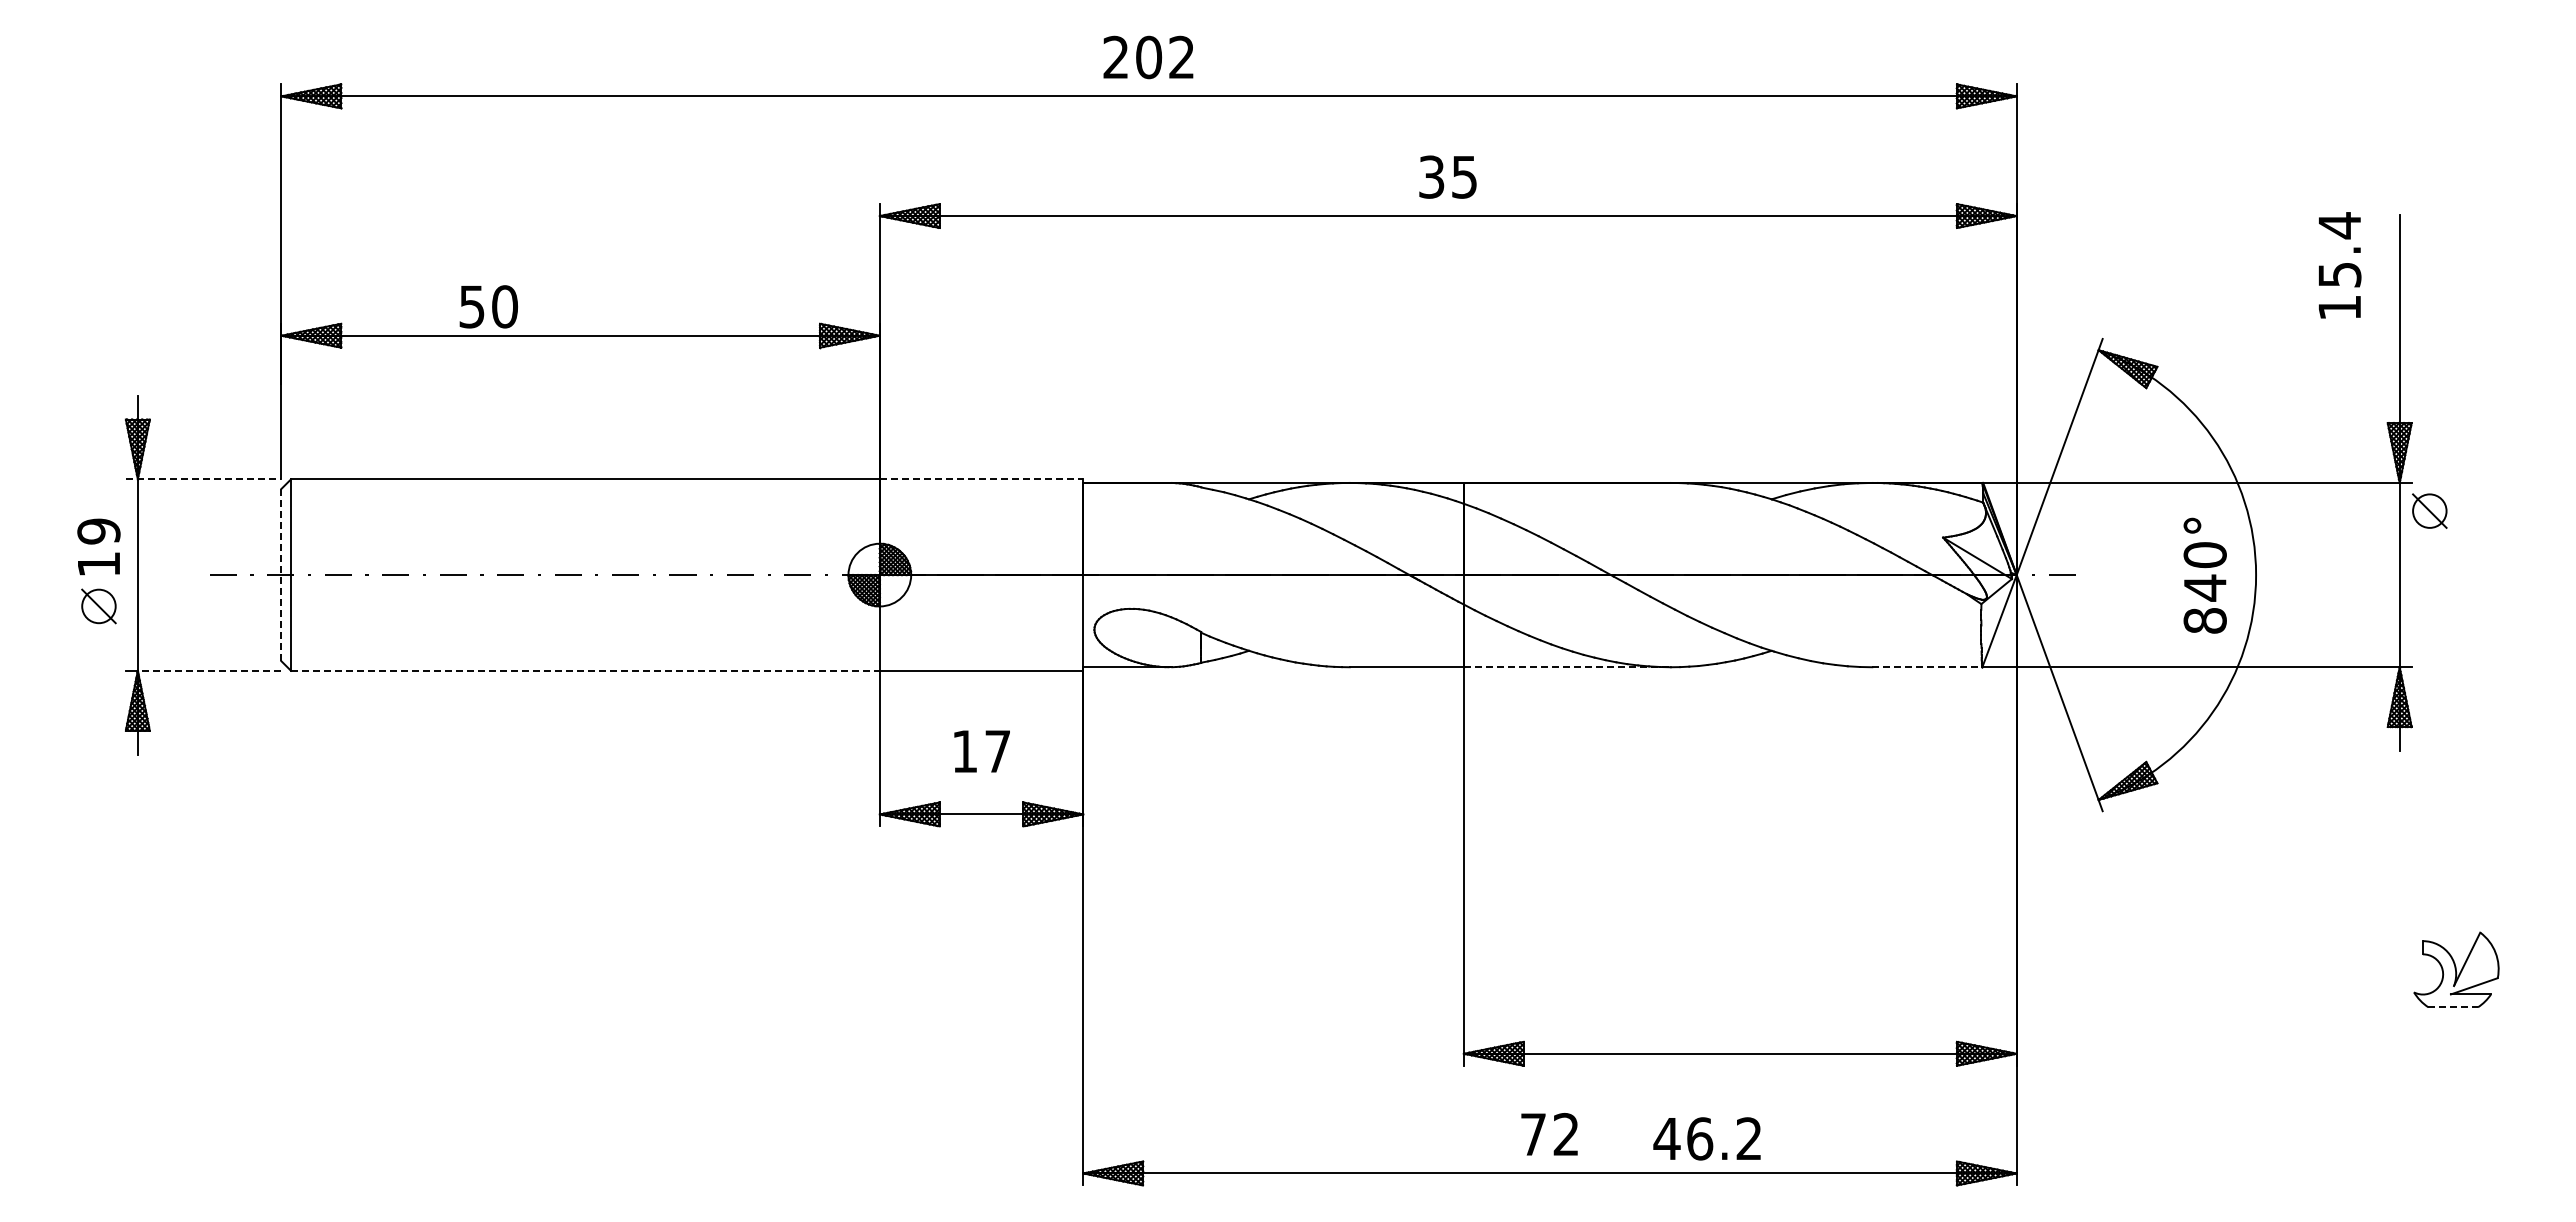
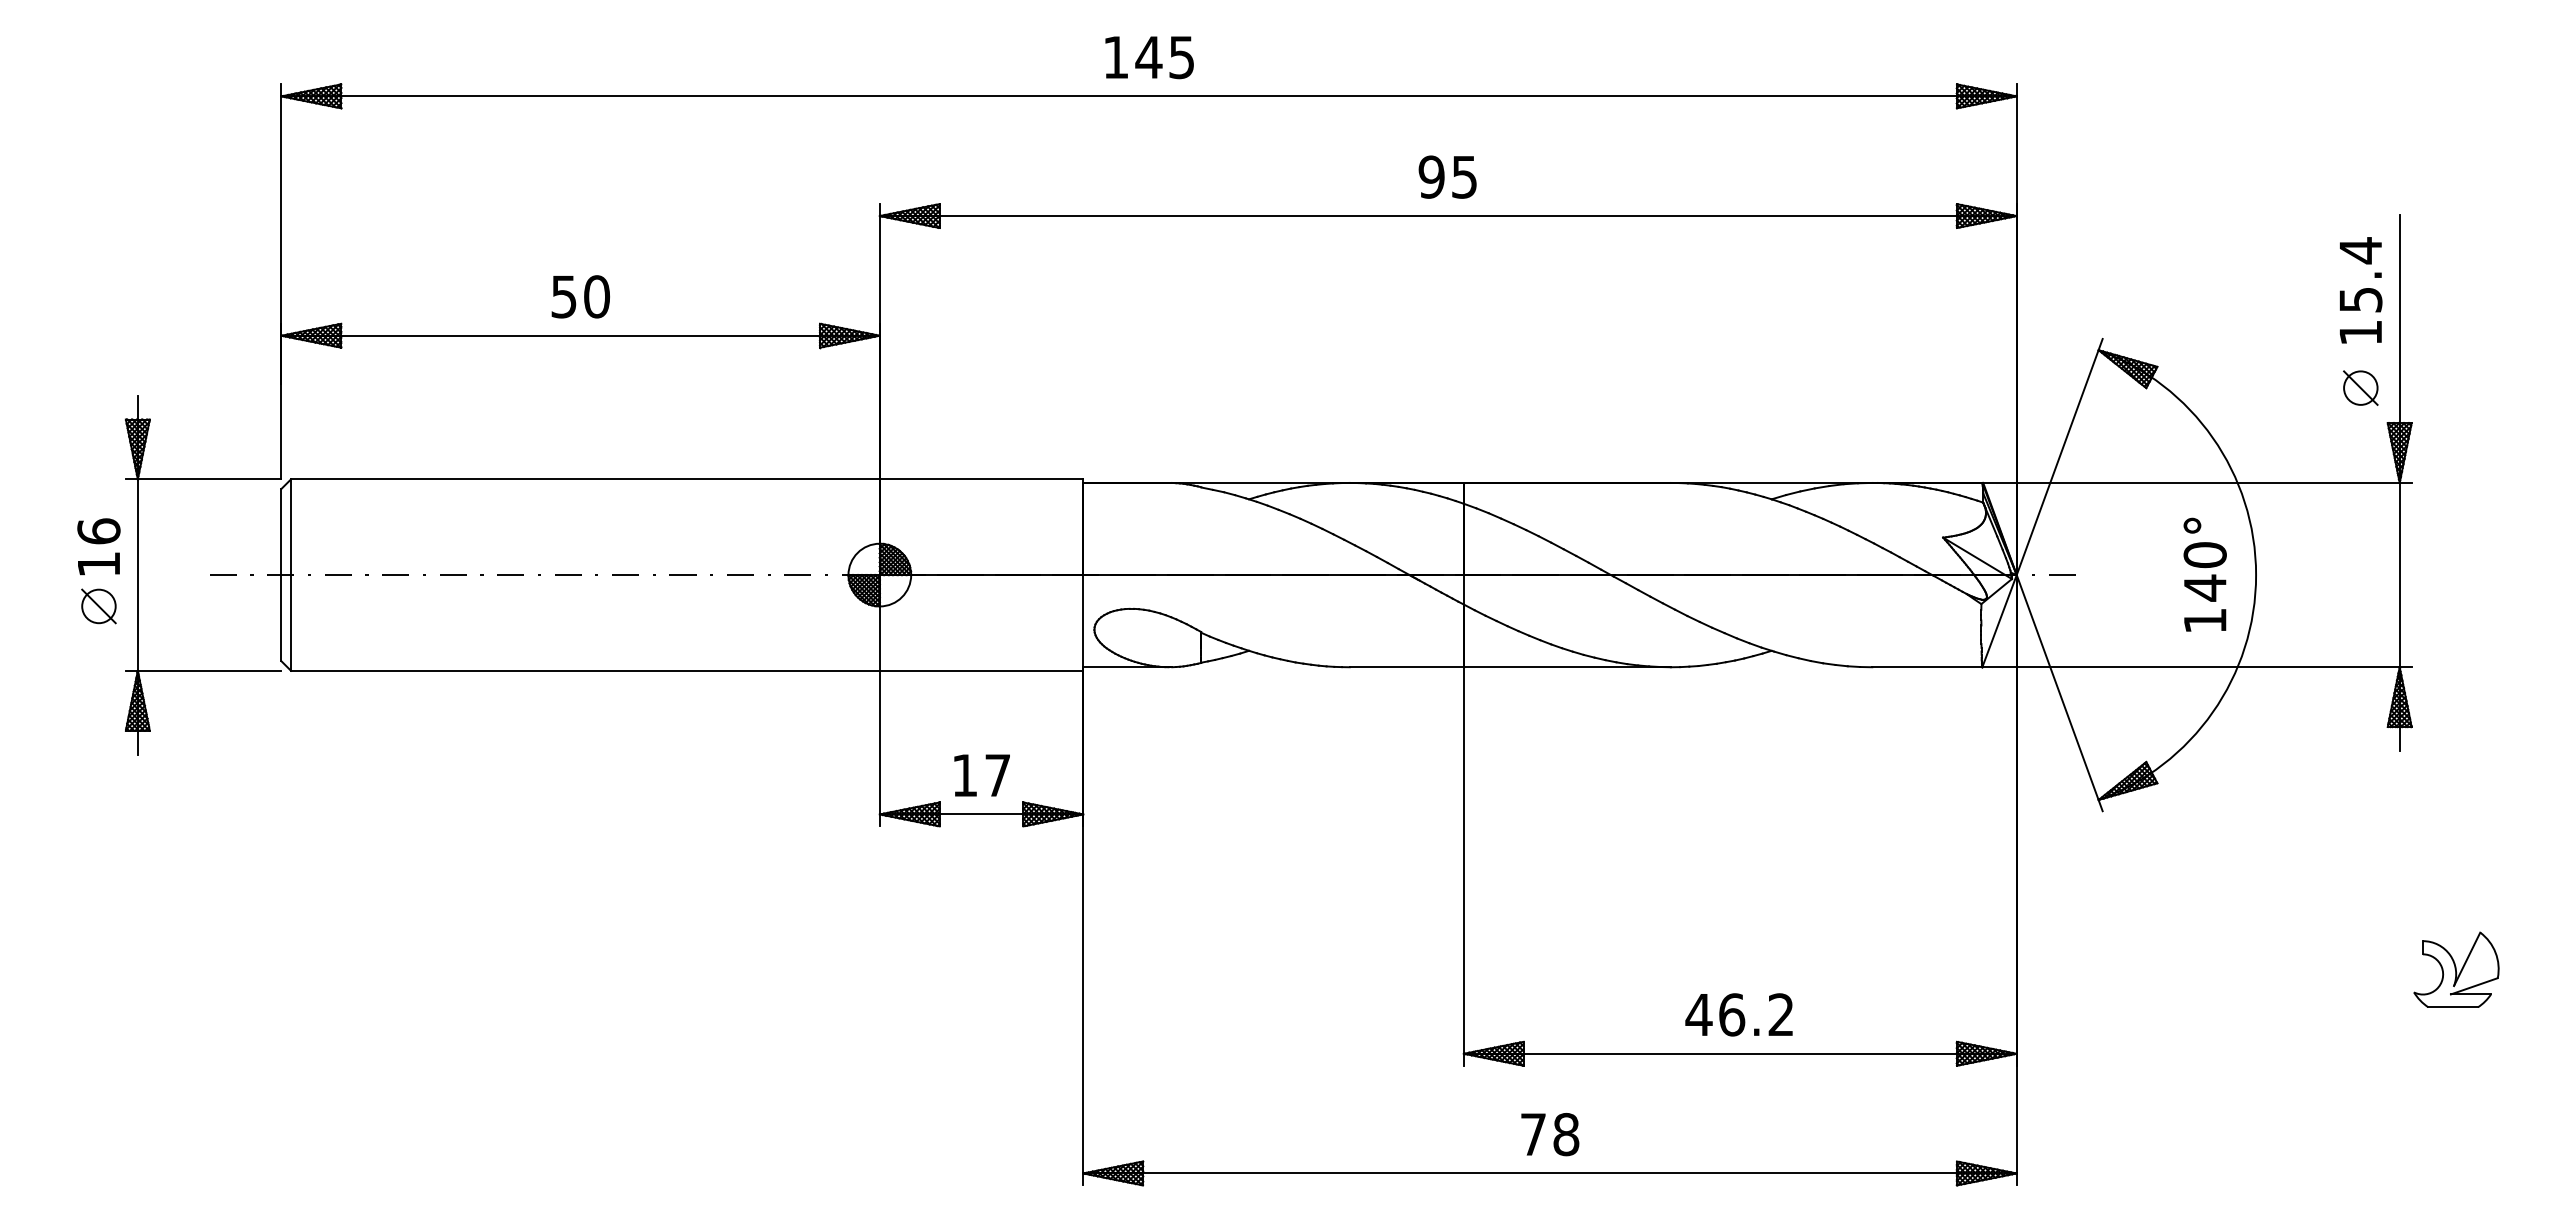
text at (1148, 57): 202 -> 145
text at (1431, 176): 35 -> 95
text at (2340, 265) position: (2340, 265) -> (2361, 290)
text at (488, 306) position: (488, 306) -> (580, 296)
line at (203, 479): dashed -> solid
line at (981, 479): dashed -> solid
part at (2429, 510) position: (2429, 510) -> (2360, 387)
text at (98, 531): 19 -> 16
line at (281, 575): dashed -> solid
text at (2204, 620): 840° -> 140°
line at (1567, 667): dashed -> solid
line at (1927, 667): dashed -> solid
line at (209, 670): dashed -> solid
line at (585, 670): dashed -> solid
text at (981, 751) position: (981, 751) -> (981, 775)
line at (2453, 1007): dashed -> solid
text at (1566, 1134): 72 -> 78
text at (1706, 1138) position: (1706, 1138) -> (1738, 1014)
